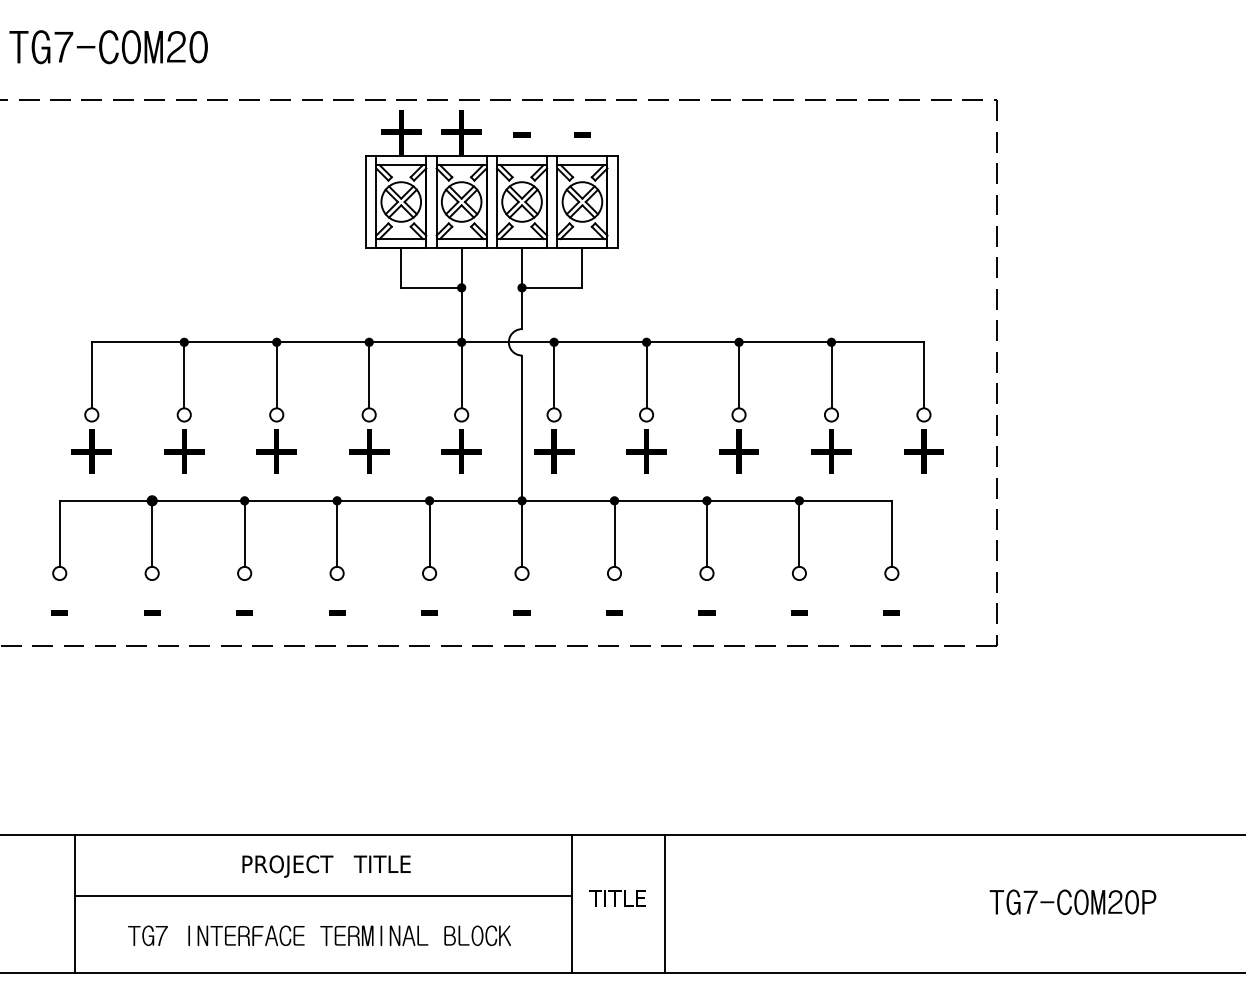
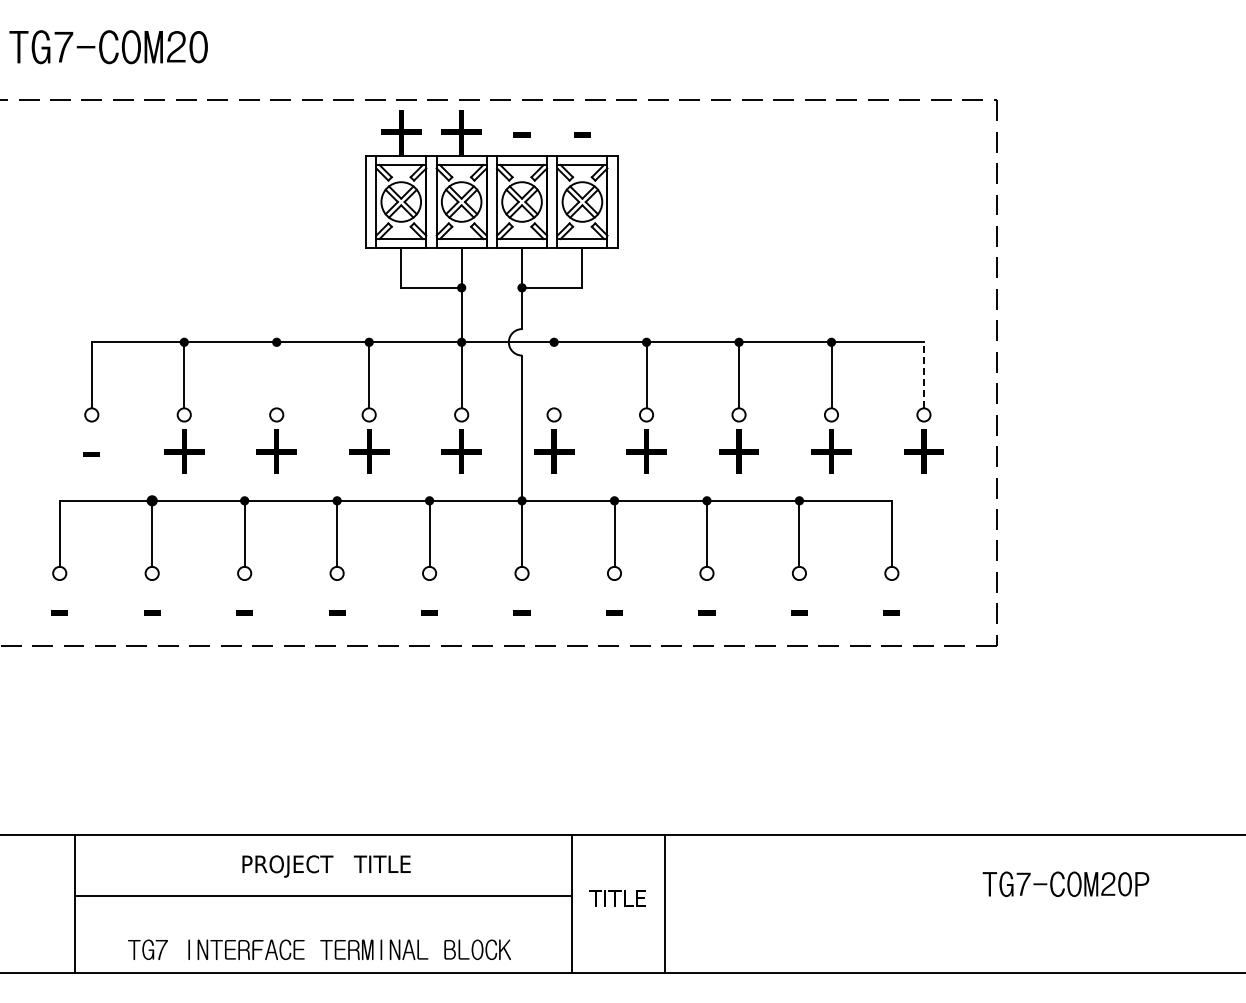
line at (923, 374): solid -> dashed
line at (276, 375): present -> none
line at (554, 375): present -> none
text at (91, 451): + -> -
text at (1072, 902) position: (1072, 902) -> (1065, 884)
text at (319, 935) position: (319, 935) -> (319, 949)
